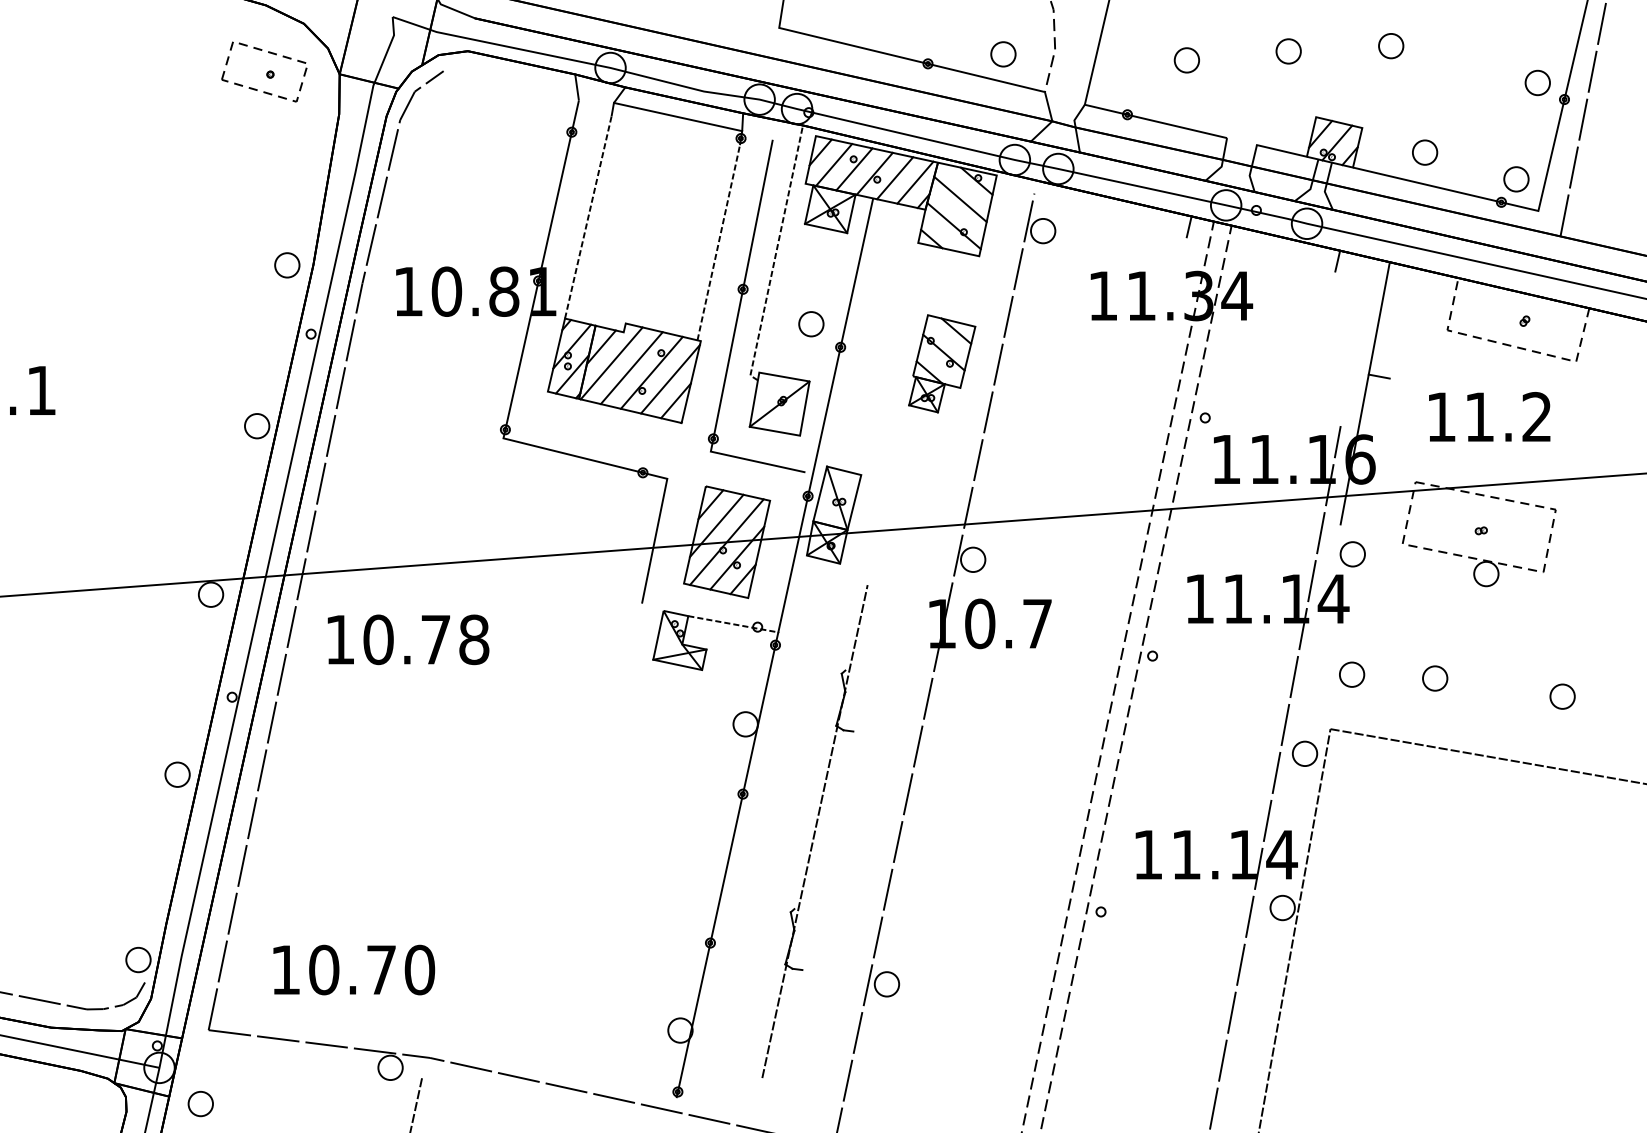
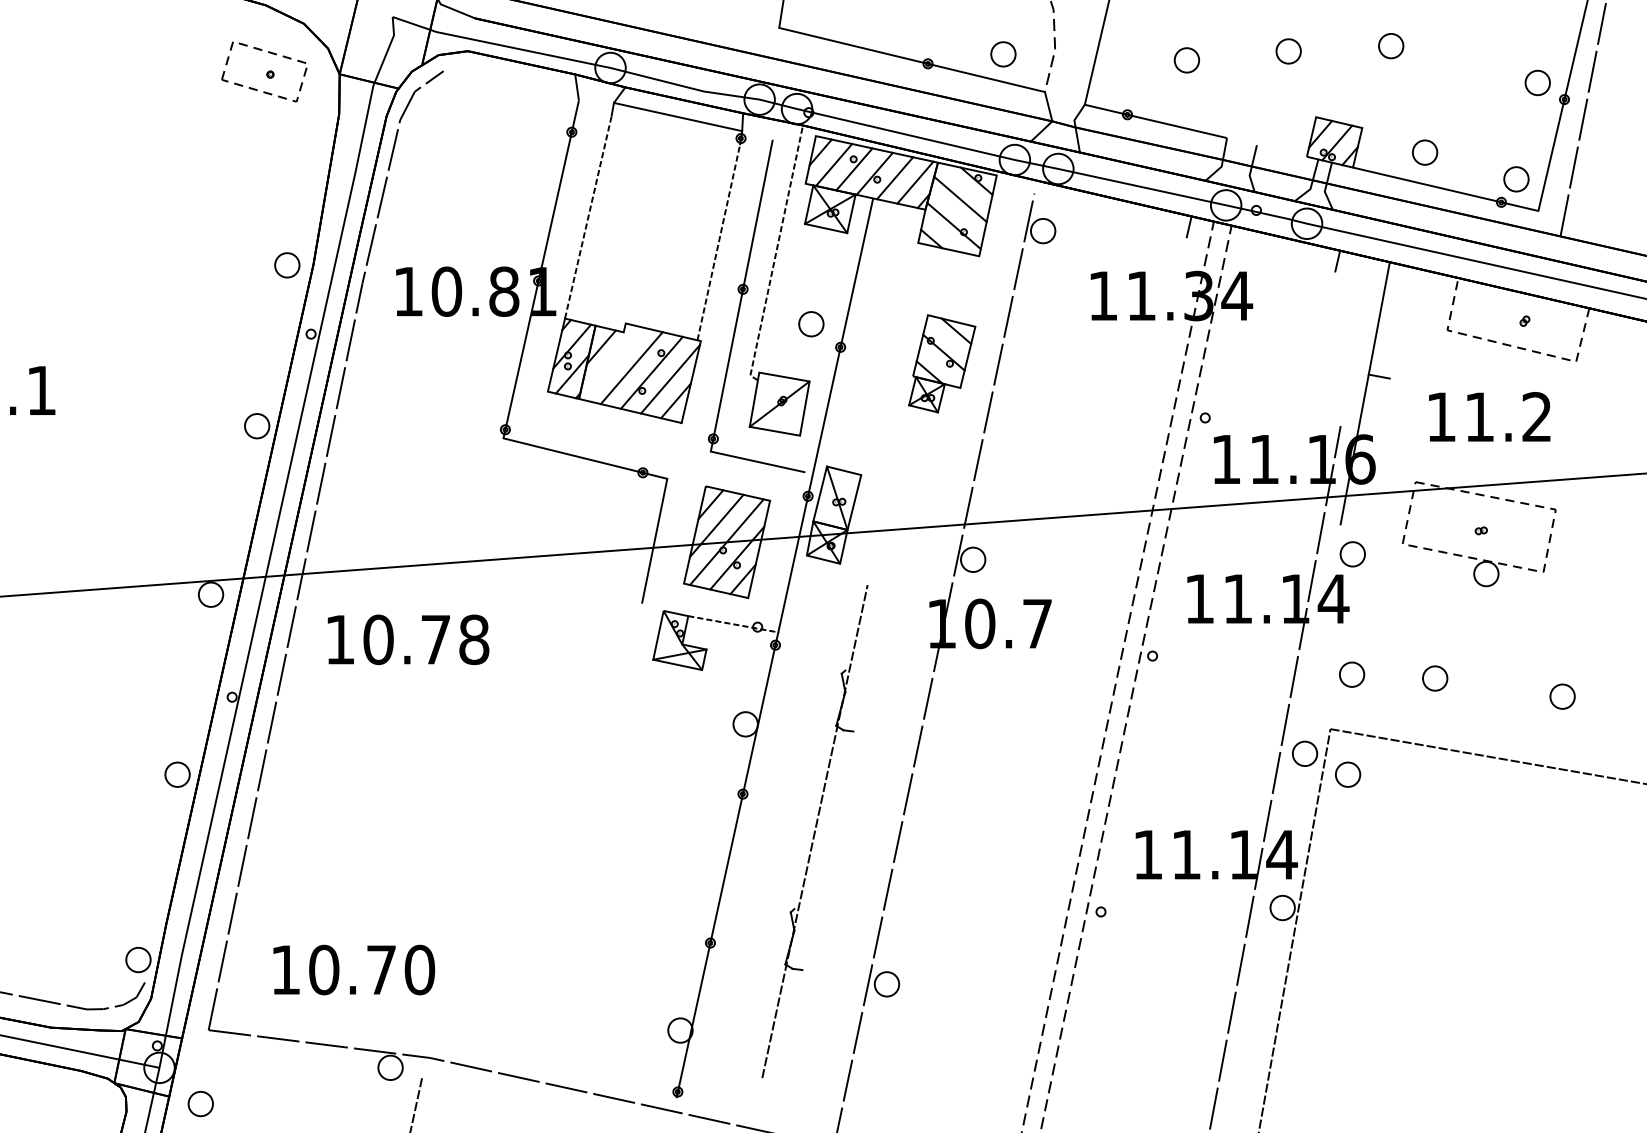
line at (1281, 150): present -> none
line at (611, 363): present -> none
part at (1348, 774): none -> present
